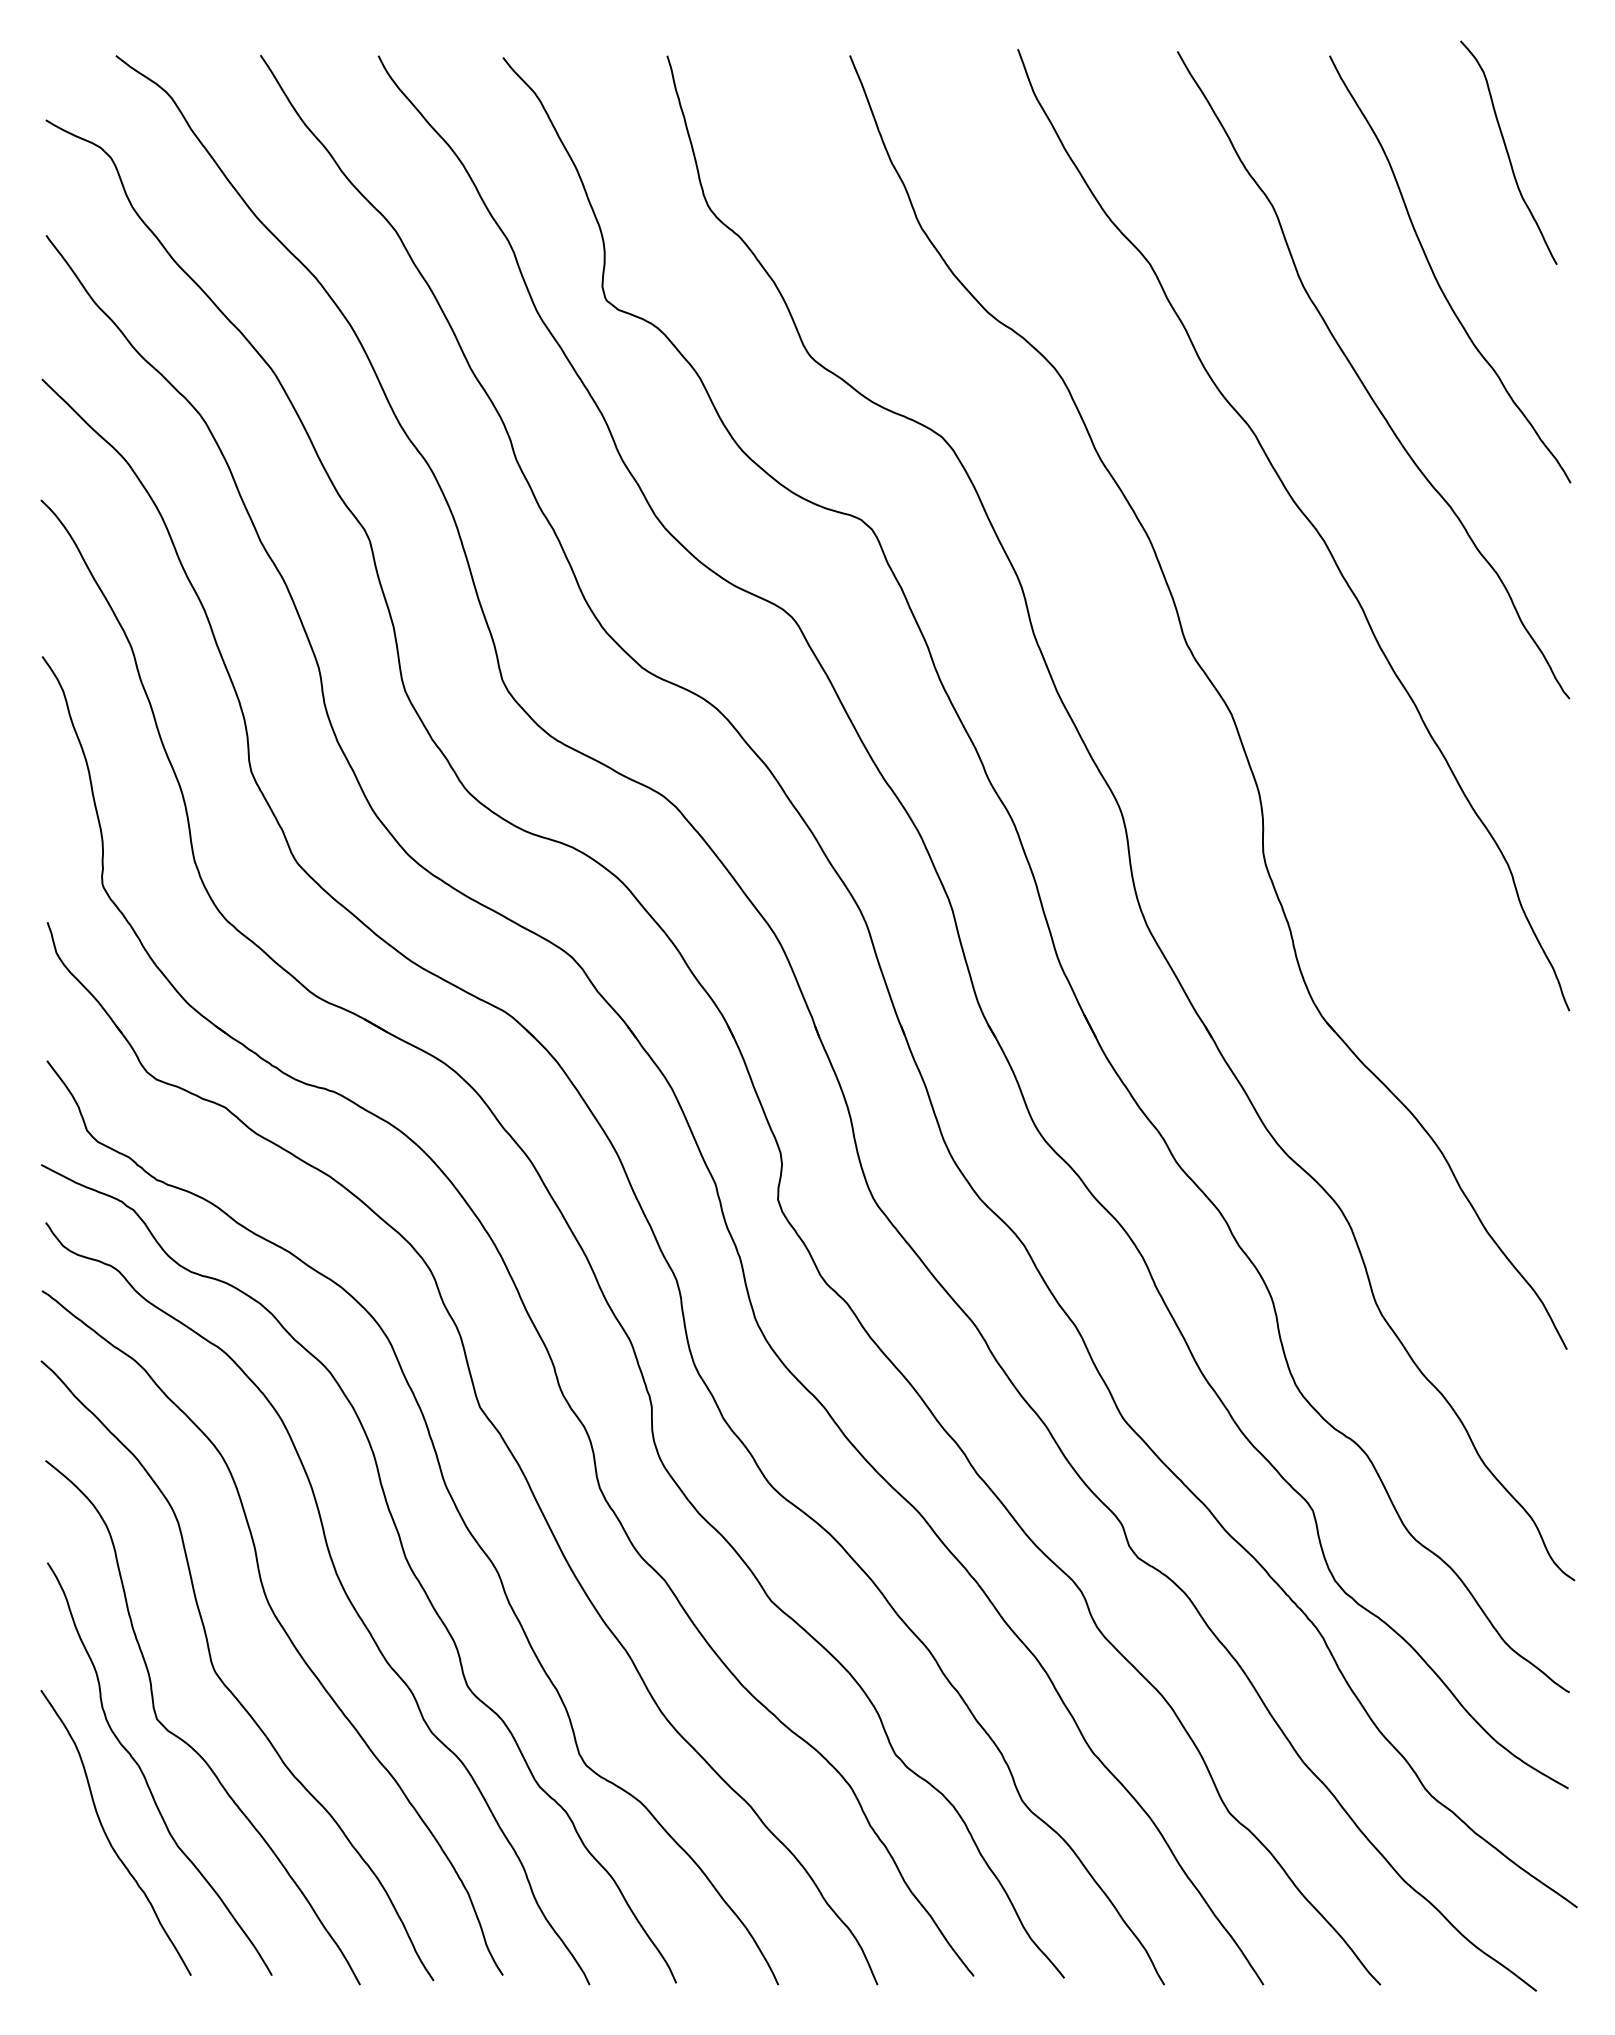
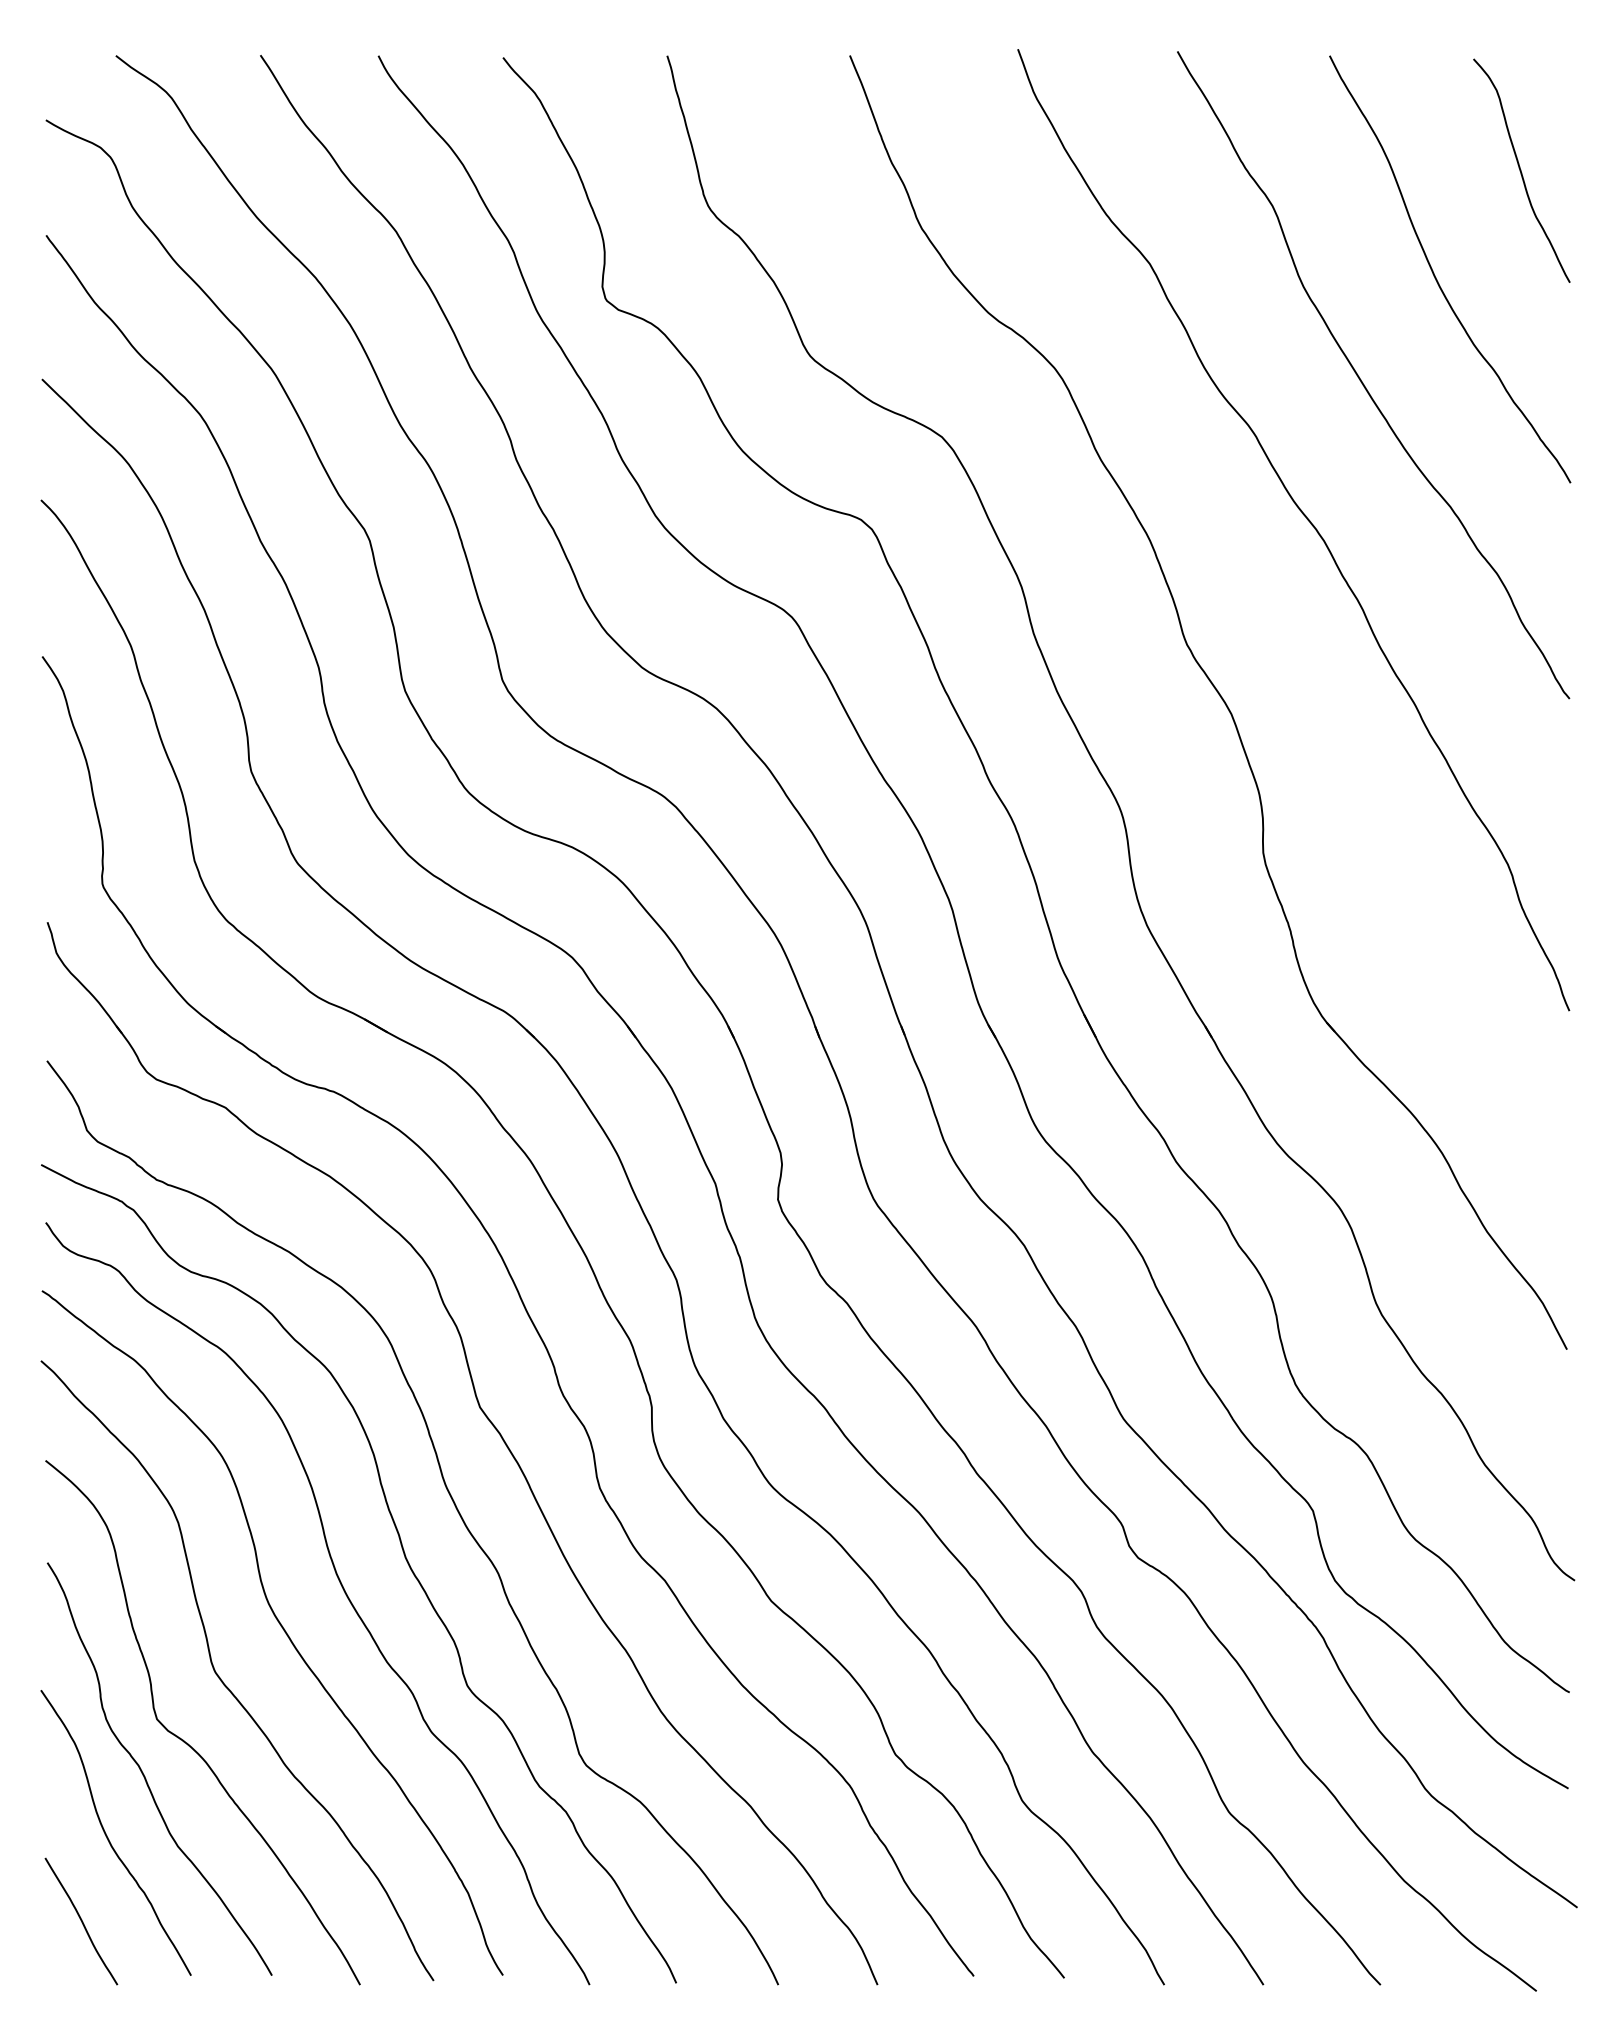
curve at (1508, 152) position: (1508, 152) -> (1521, 170)
curve at (81, 1921): none -> present
